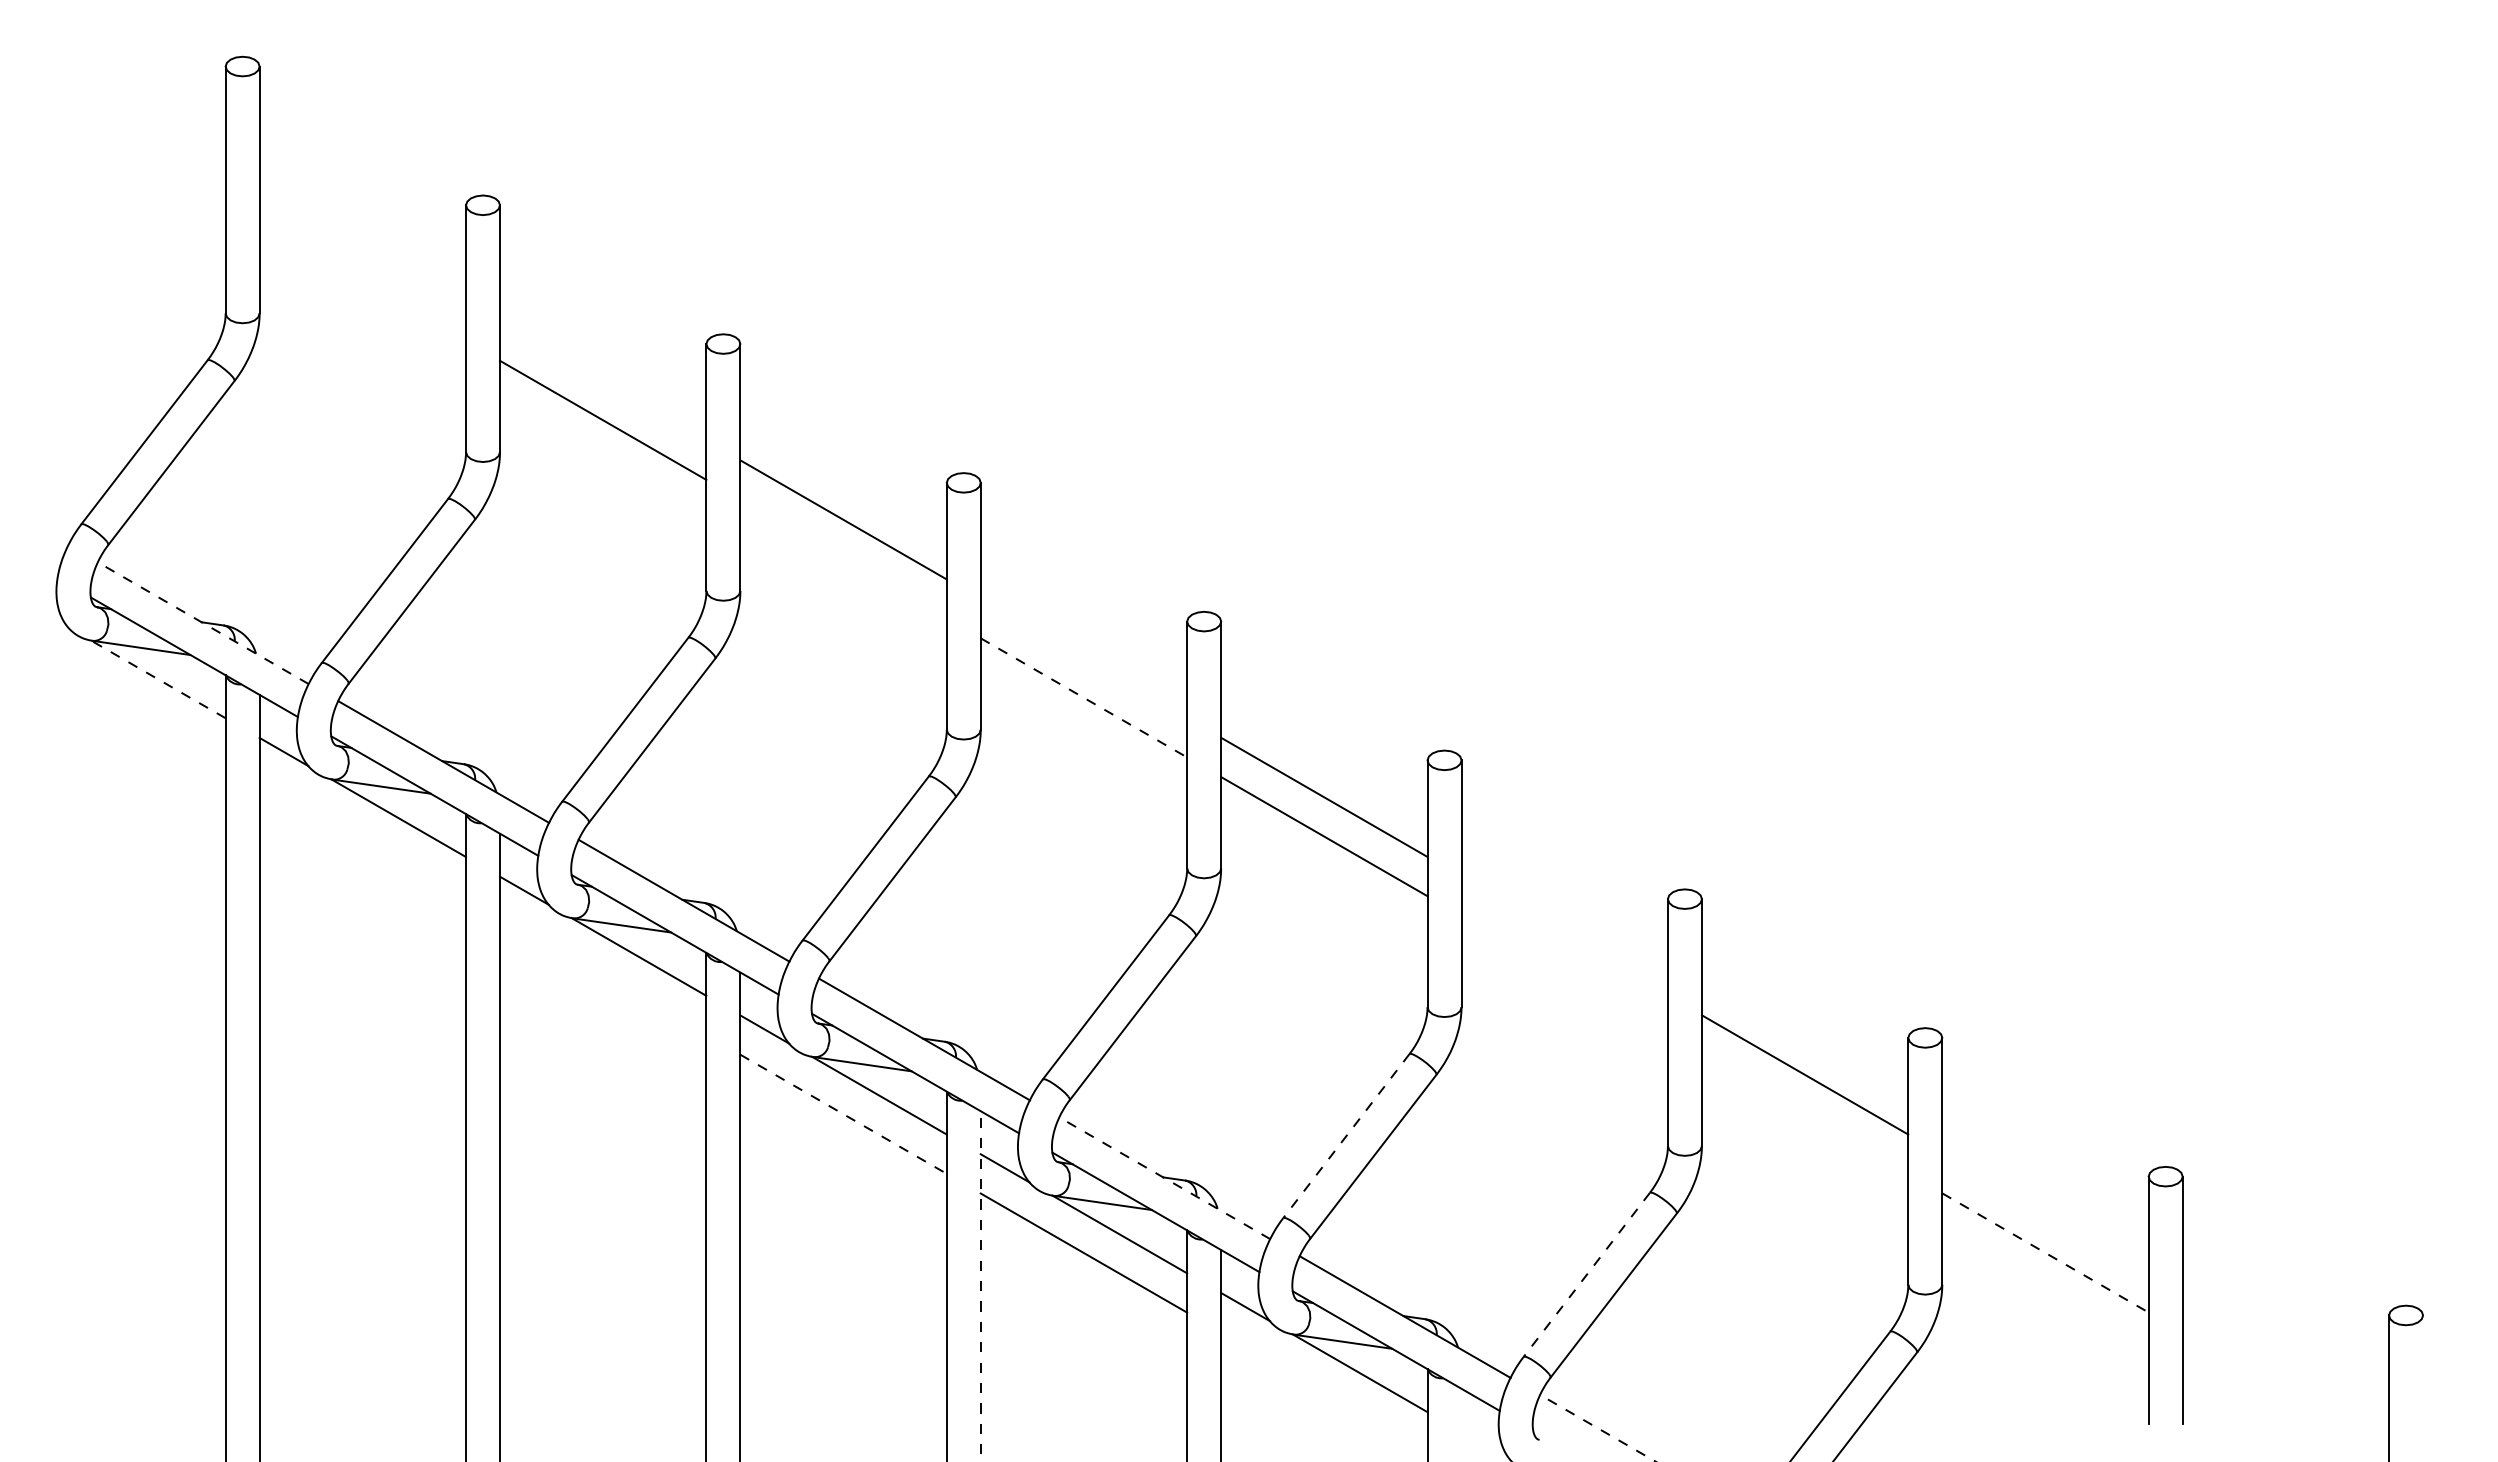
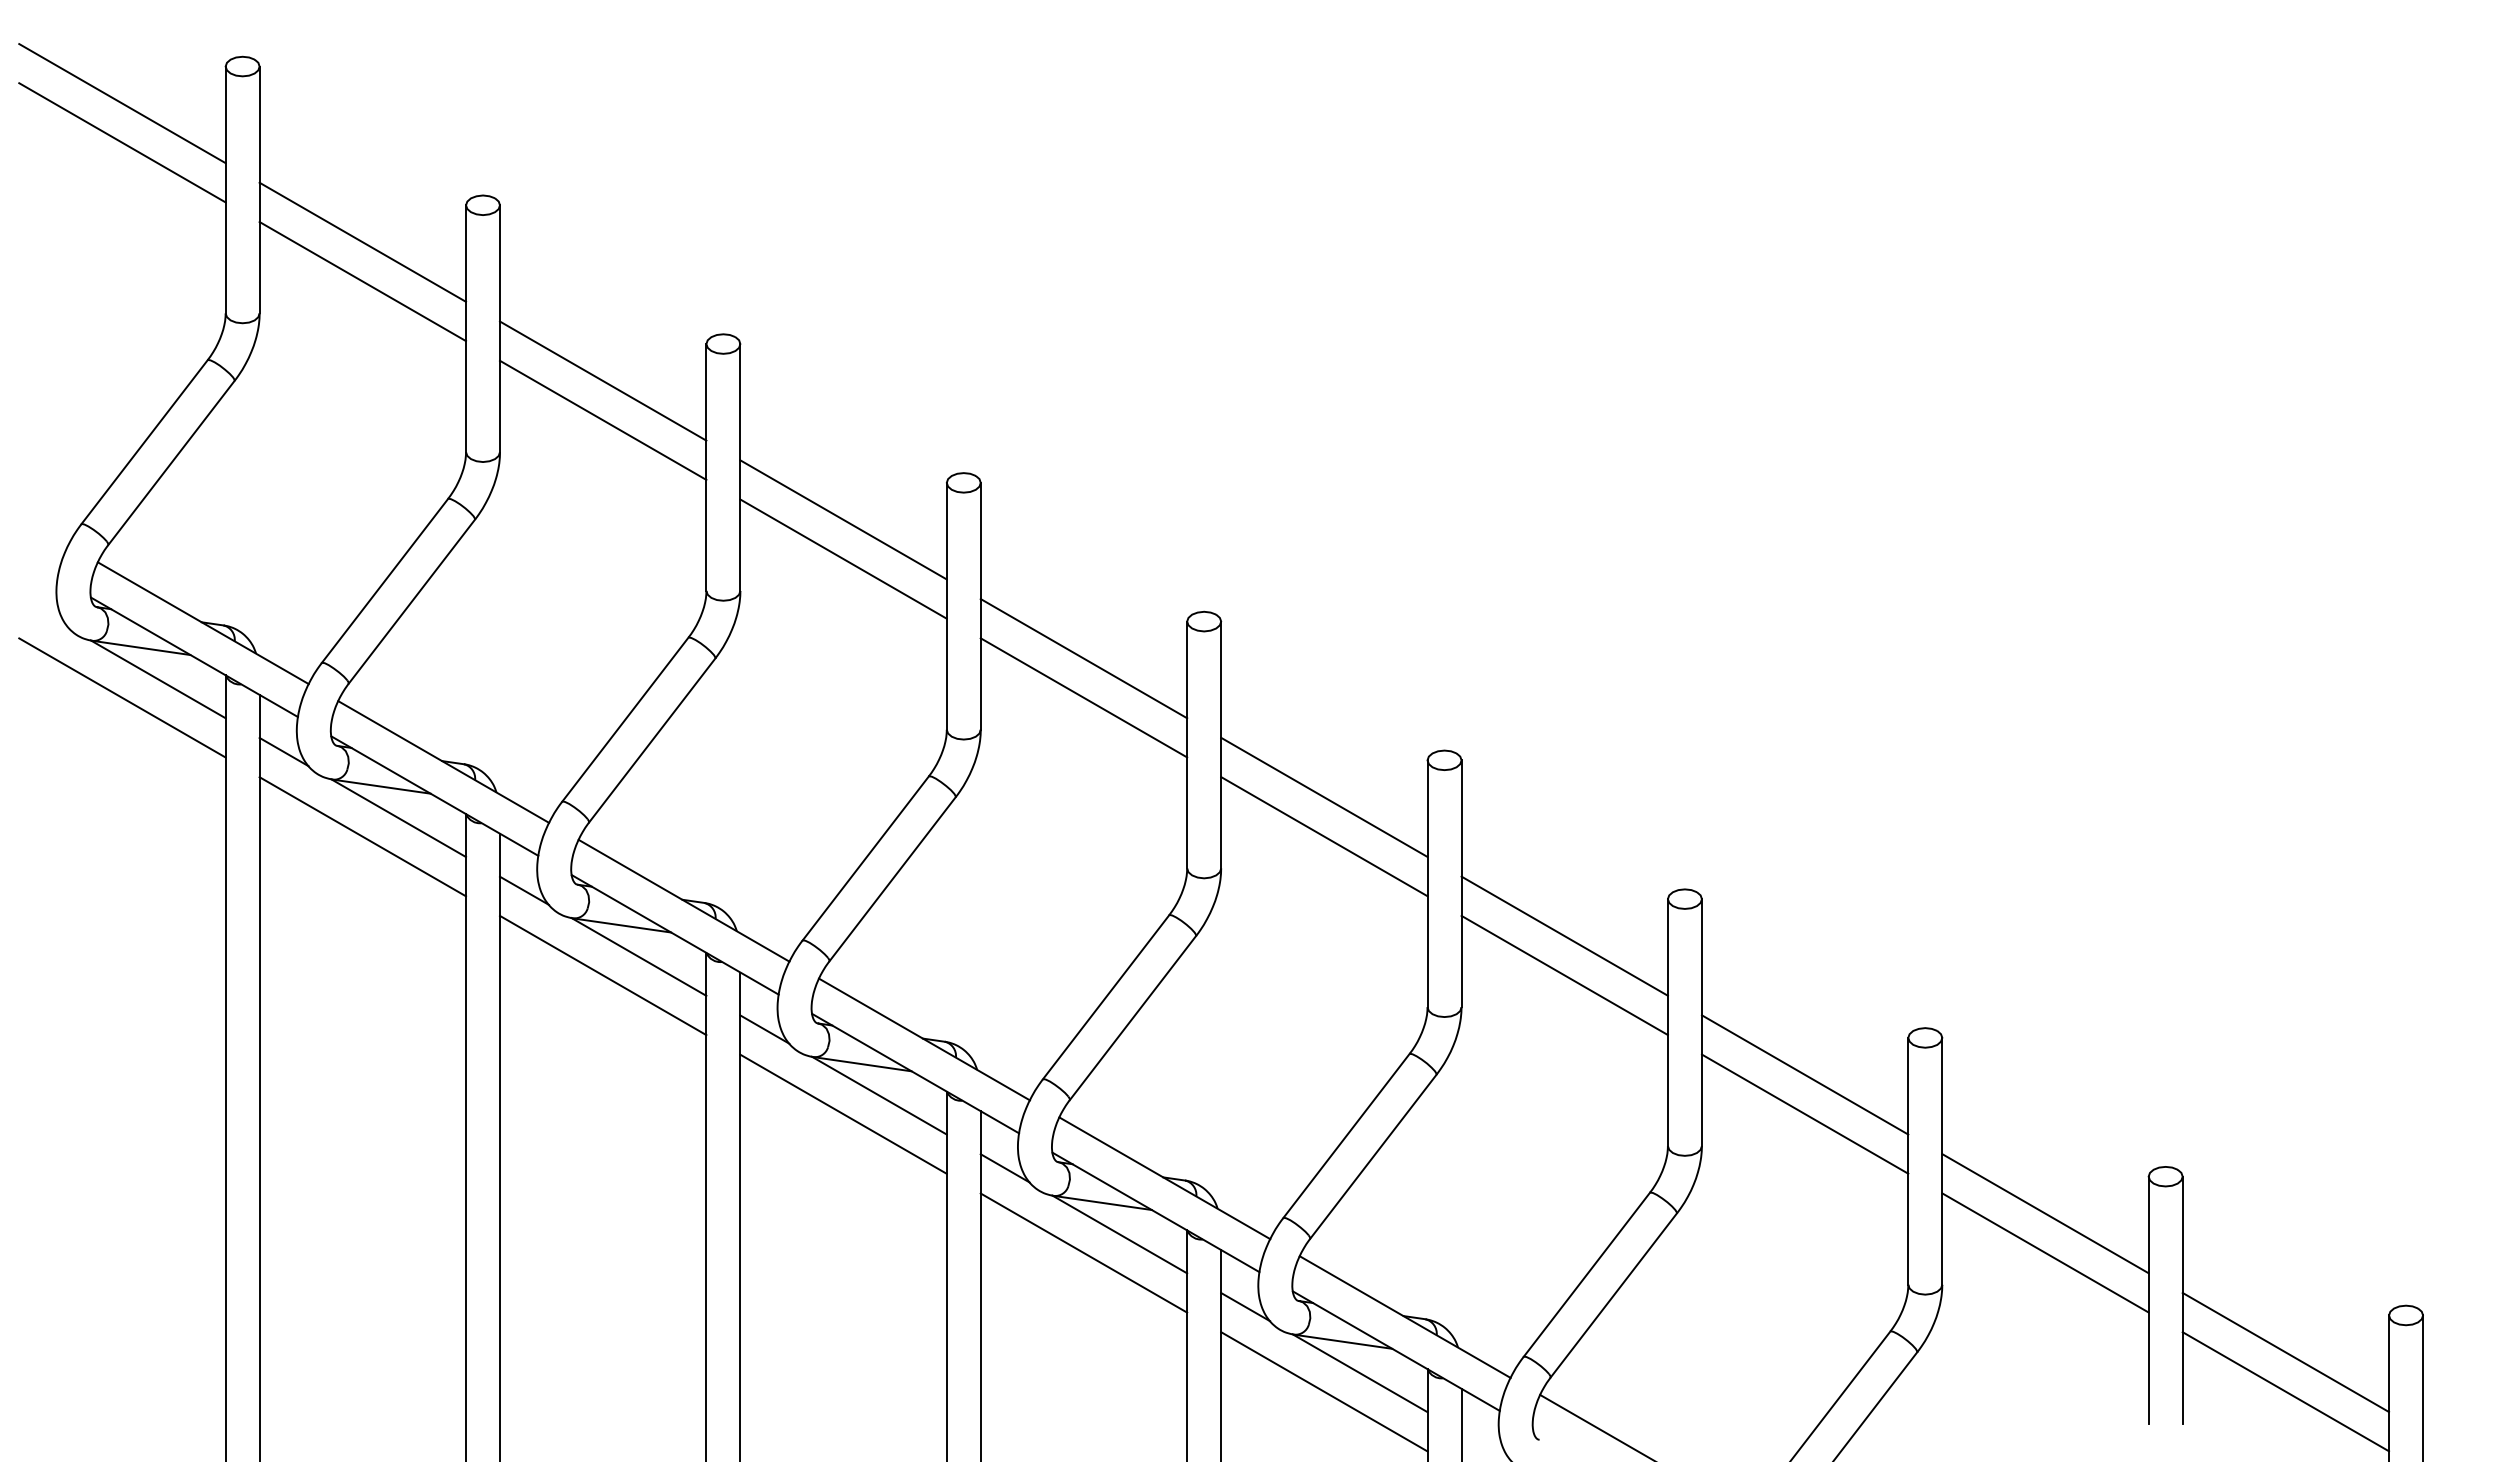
line at (122, 103): none -> present
line at (122, 142): none -> present
line at (362, 241): none -> present
line at (362, 281): none -> present
line at (602, 380): none -> present
line at (843, 558): none -> present
line at (203, 623): dashed -> solid
line at (1083, 658): none -> present
line at (158, 679): dashed -> solid
line at (122, 697): none -> present
line at (1084, 698): dashed -> solid
line at (362, 836): none -> present
line at (1564, 935): none -> present
line at (602, 975): none -> present
line at (1564, 975): none -> present
line at (1804, 1113): none -> present
line at (844, 1114): dashed -> solid
line at (1346, 1136): dashed -> solid
line at (1164, 1178): dashed -> solid
line at (2045, 1213): none -> present
line at (2045, 1253): dashed -> solid
line at (1586, 1274): dashed -> solid
line at (980, 1286): dashed -> solid
line at (2285, 1352): none -> present
line at (2423, 1386): none -> present
line at (1324, 1391): none -> present
line at (2285, 1391): none -> present
line at (1461, 1423): none -> present
line at (1598, 1428): dashed -> solid
